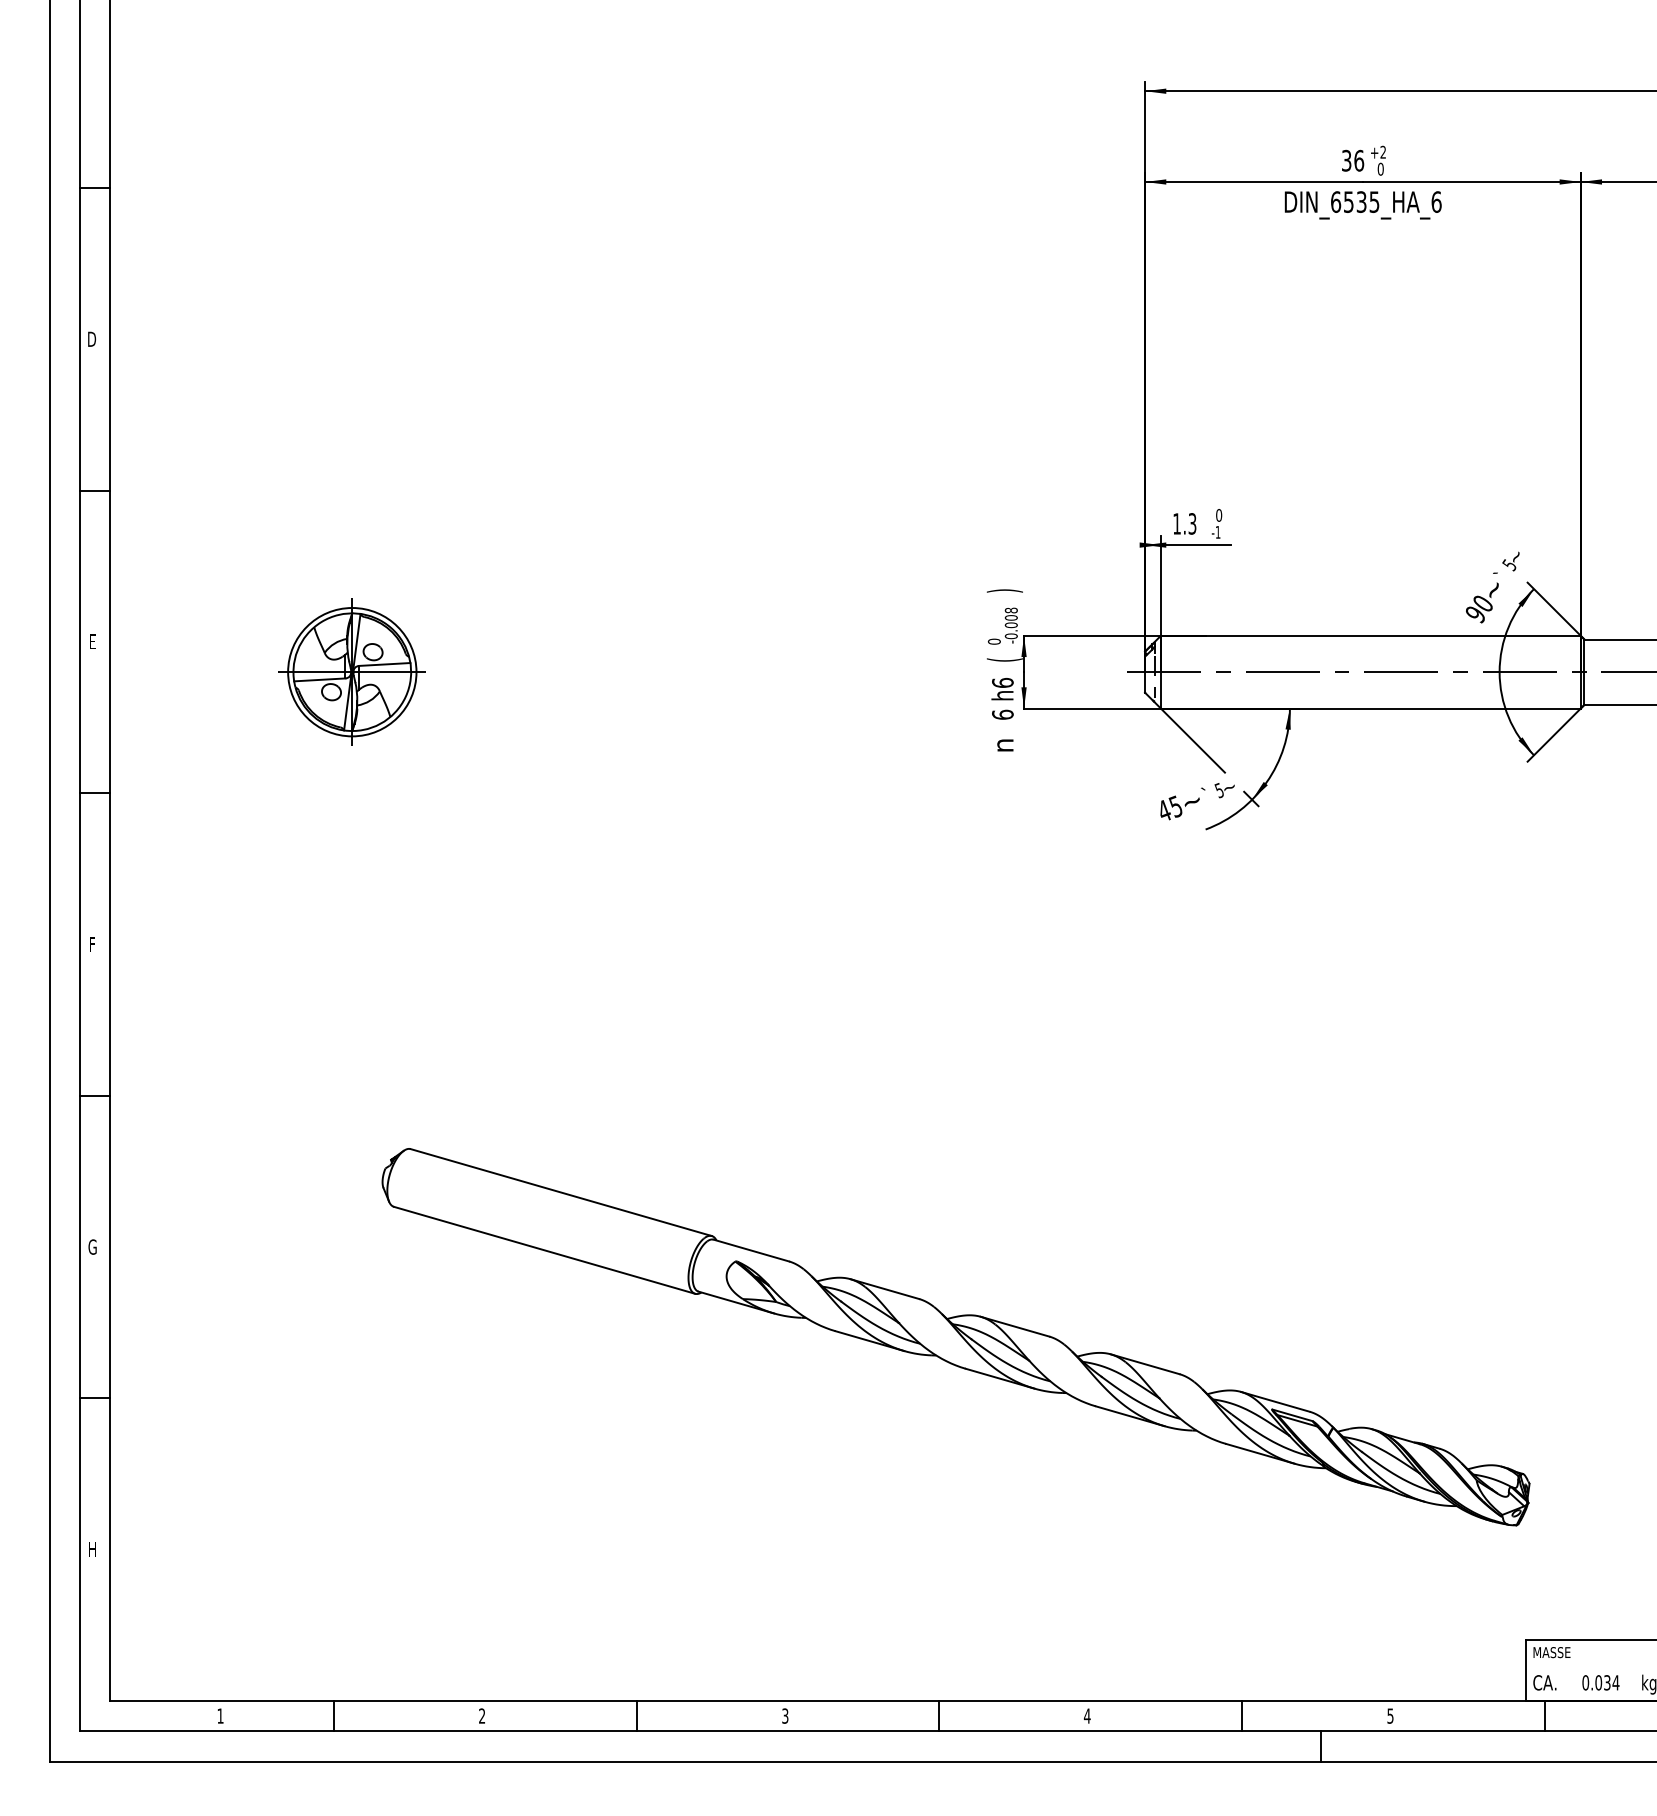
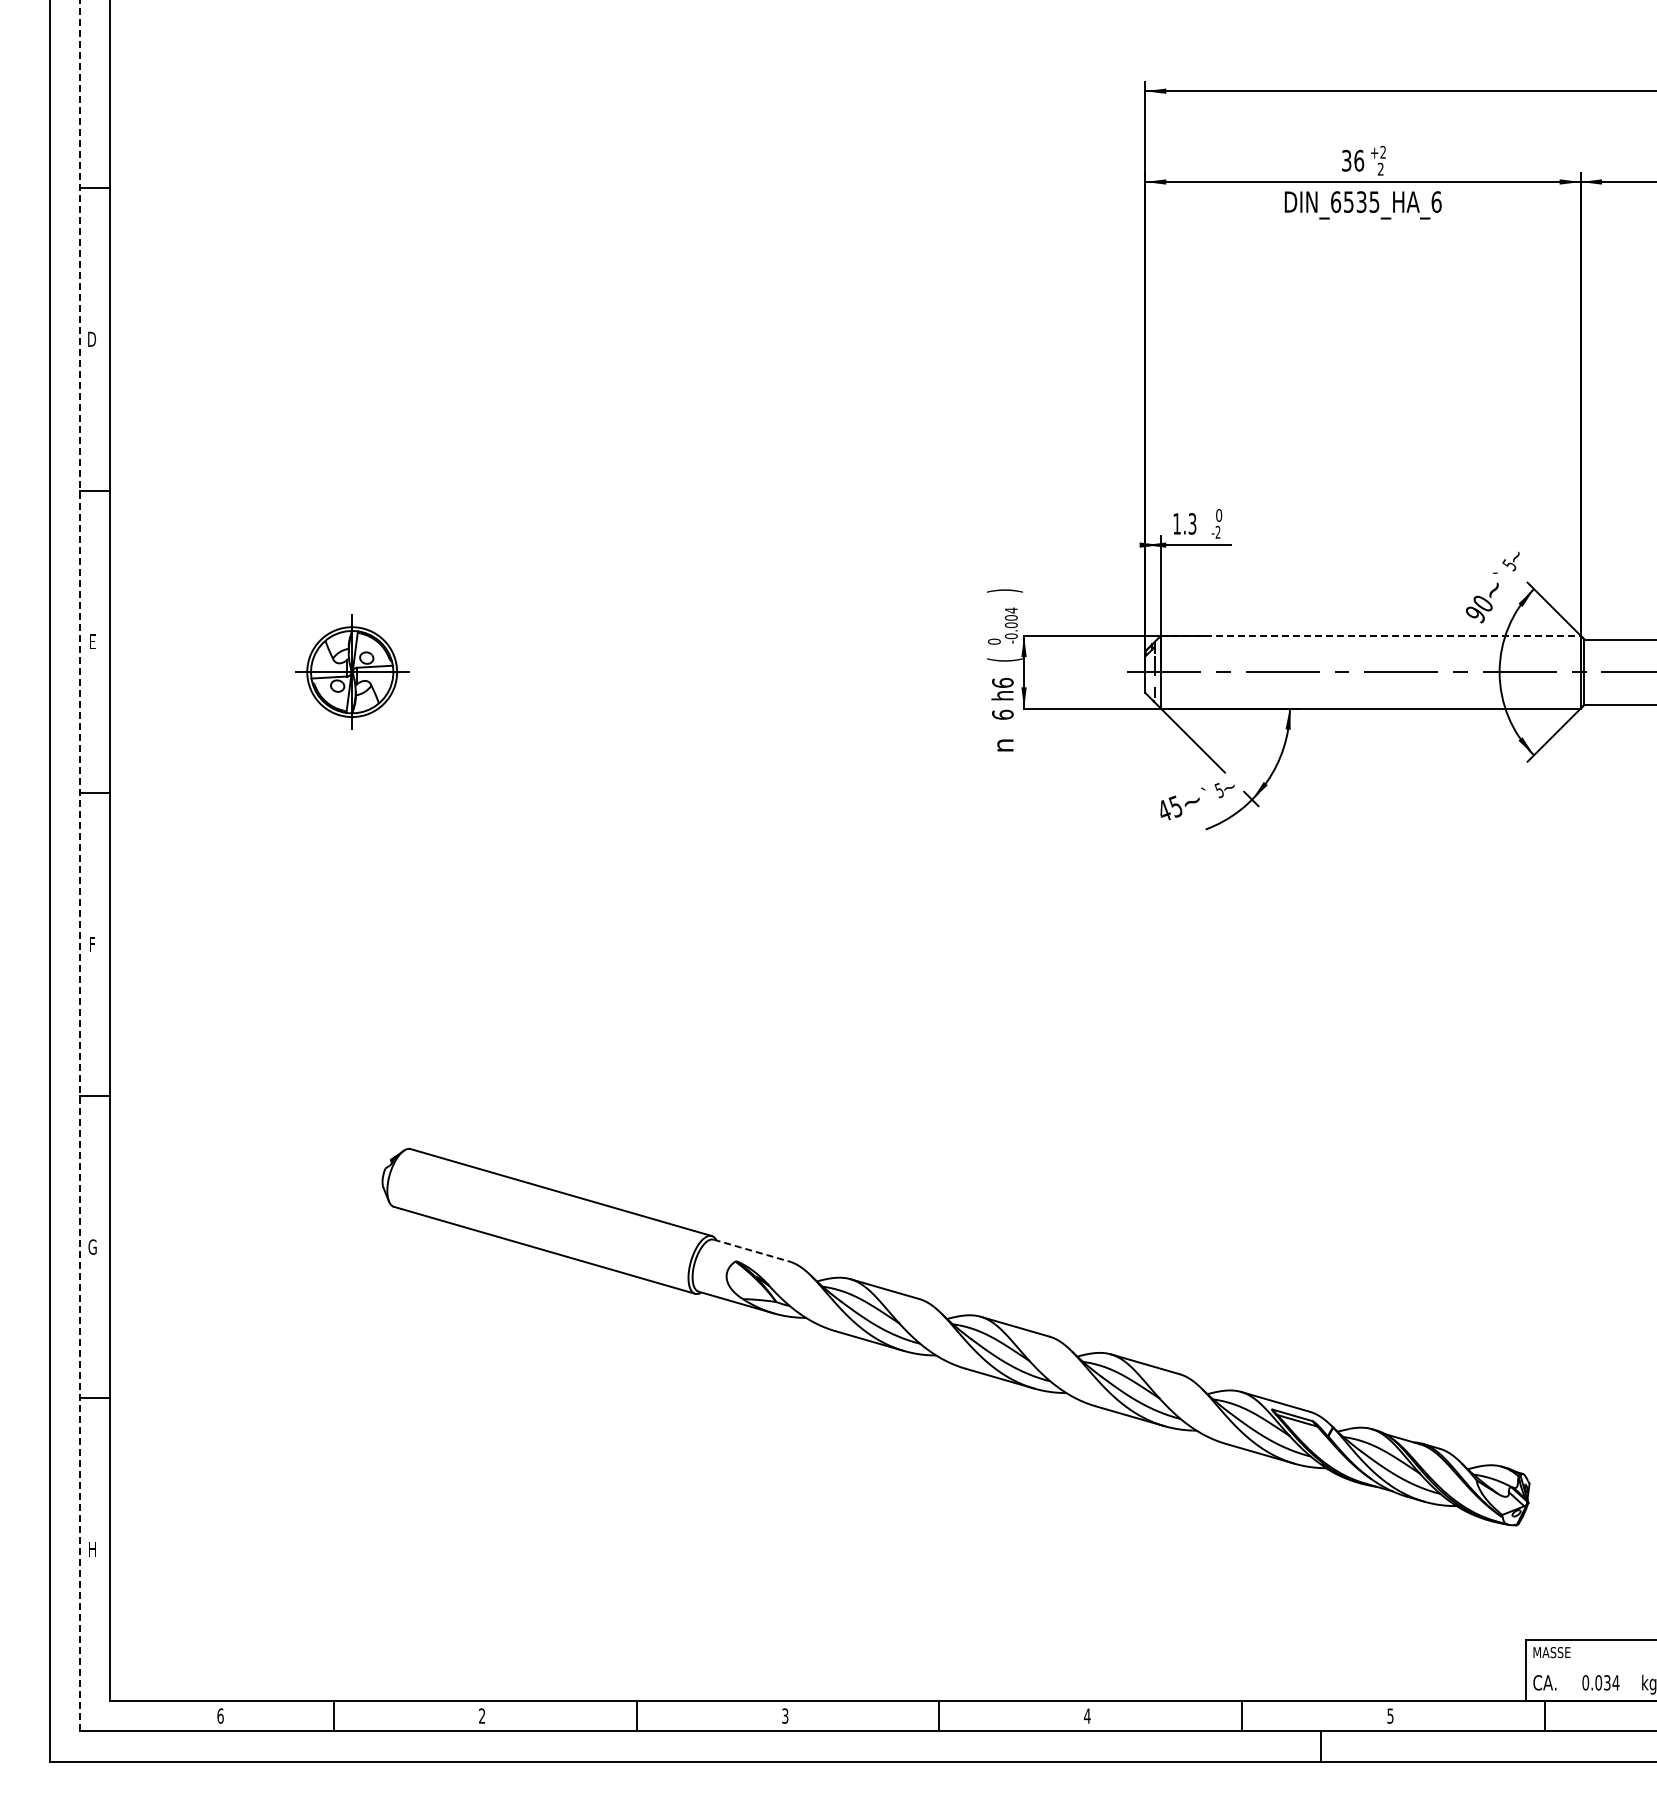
text at (1380, 168): 0 -> 2
text at (1217, 531): -1 -> -2
text at (1010, 610): -0.008 -> -0.004
line at (1370, 635): solid -> dashed
part at (351, 671) size: 148x148 px -> 115x116 px
line at (79, 865): solid -> dashed
line at (751, 1250): solid -> dashed
text at (220, 1715): 1 -> 6
